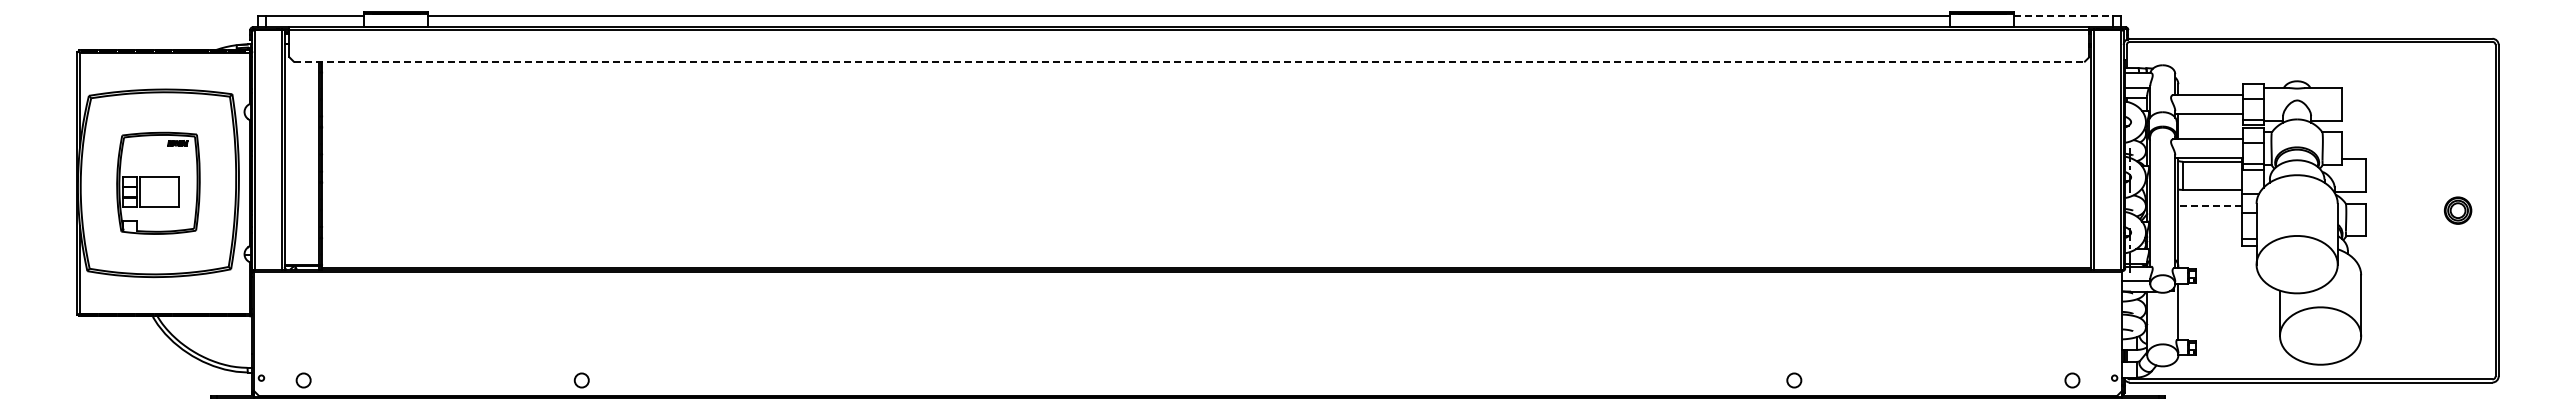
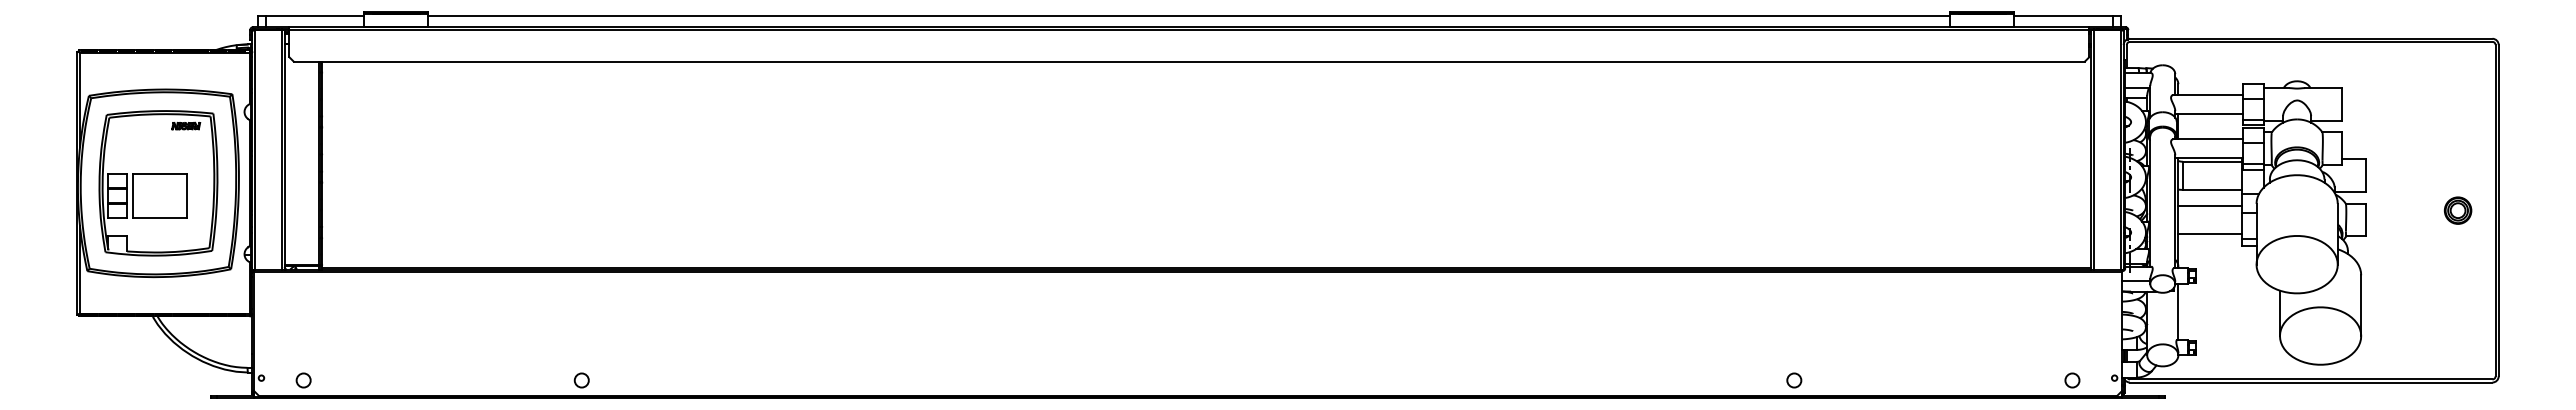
line at (2064, 16): dashed -> solid
line at (1189, 61): dashed -> solid
part at (158, 182) size: 85x104 px -> 121x147 px
line at (2210, 205): dashed -> solid
line at (2209, 234): none -> present
